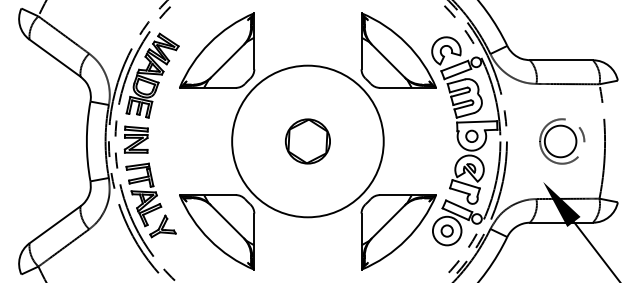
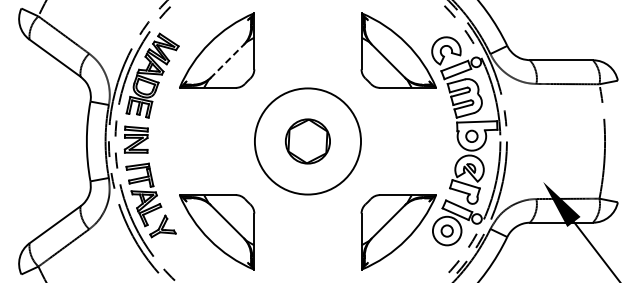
line at (227, 61): solid -> dashed
circle at (307, 141) diameter: 152 px -> 106 px
part at (562, 141): present -> none
